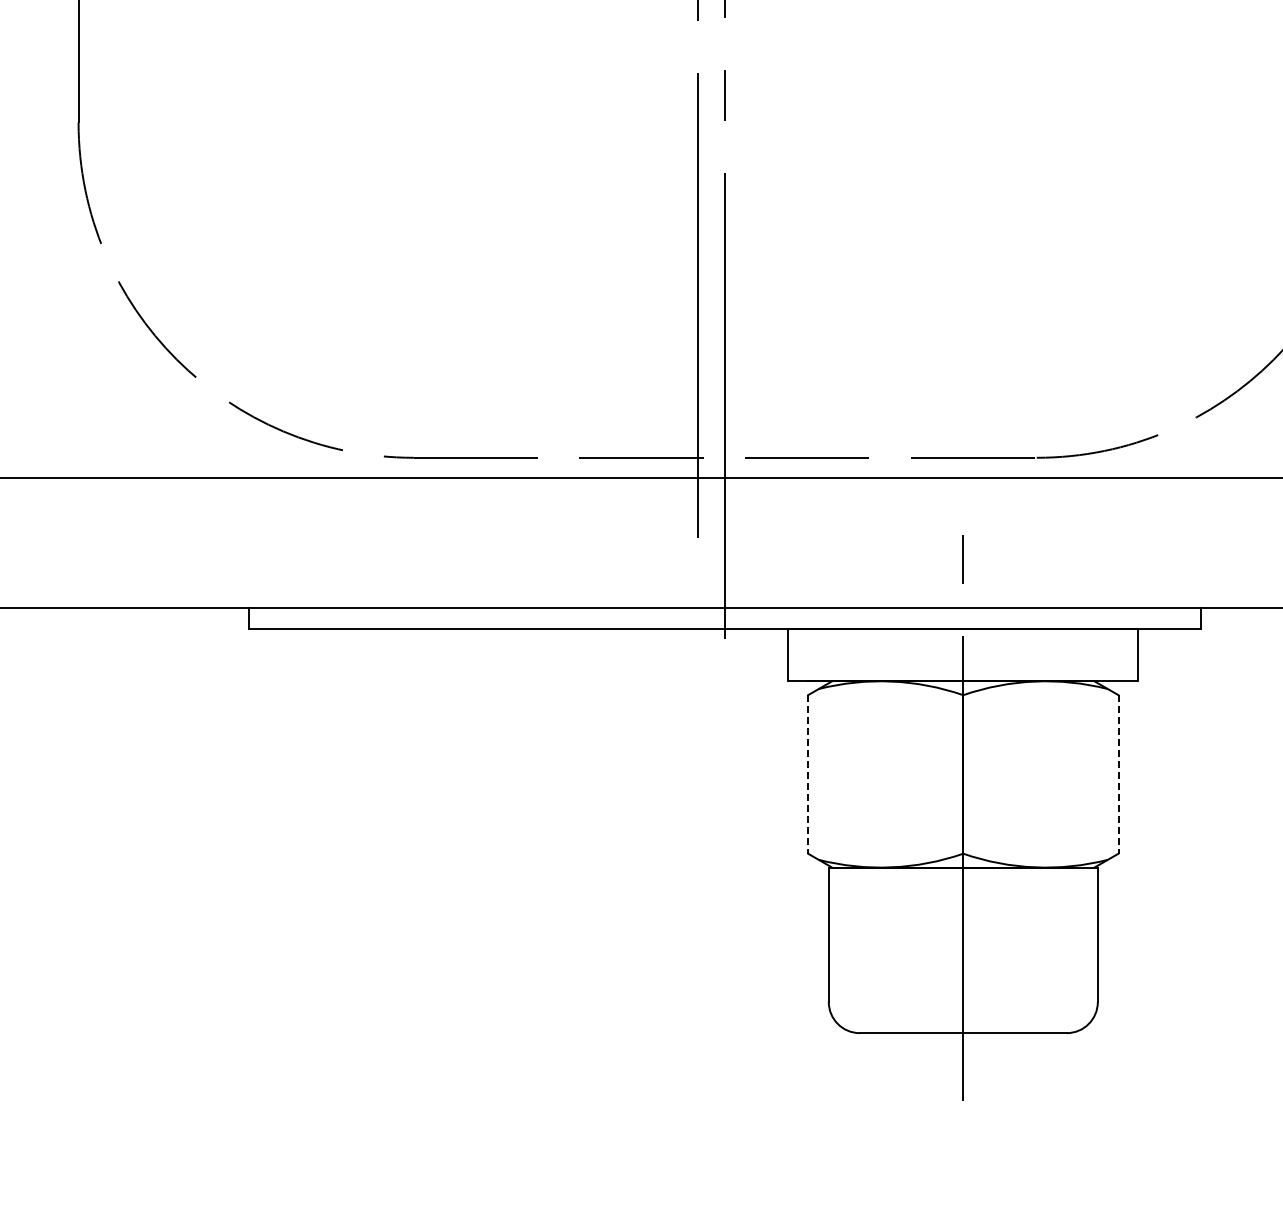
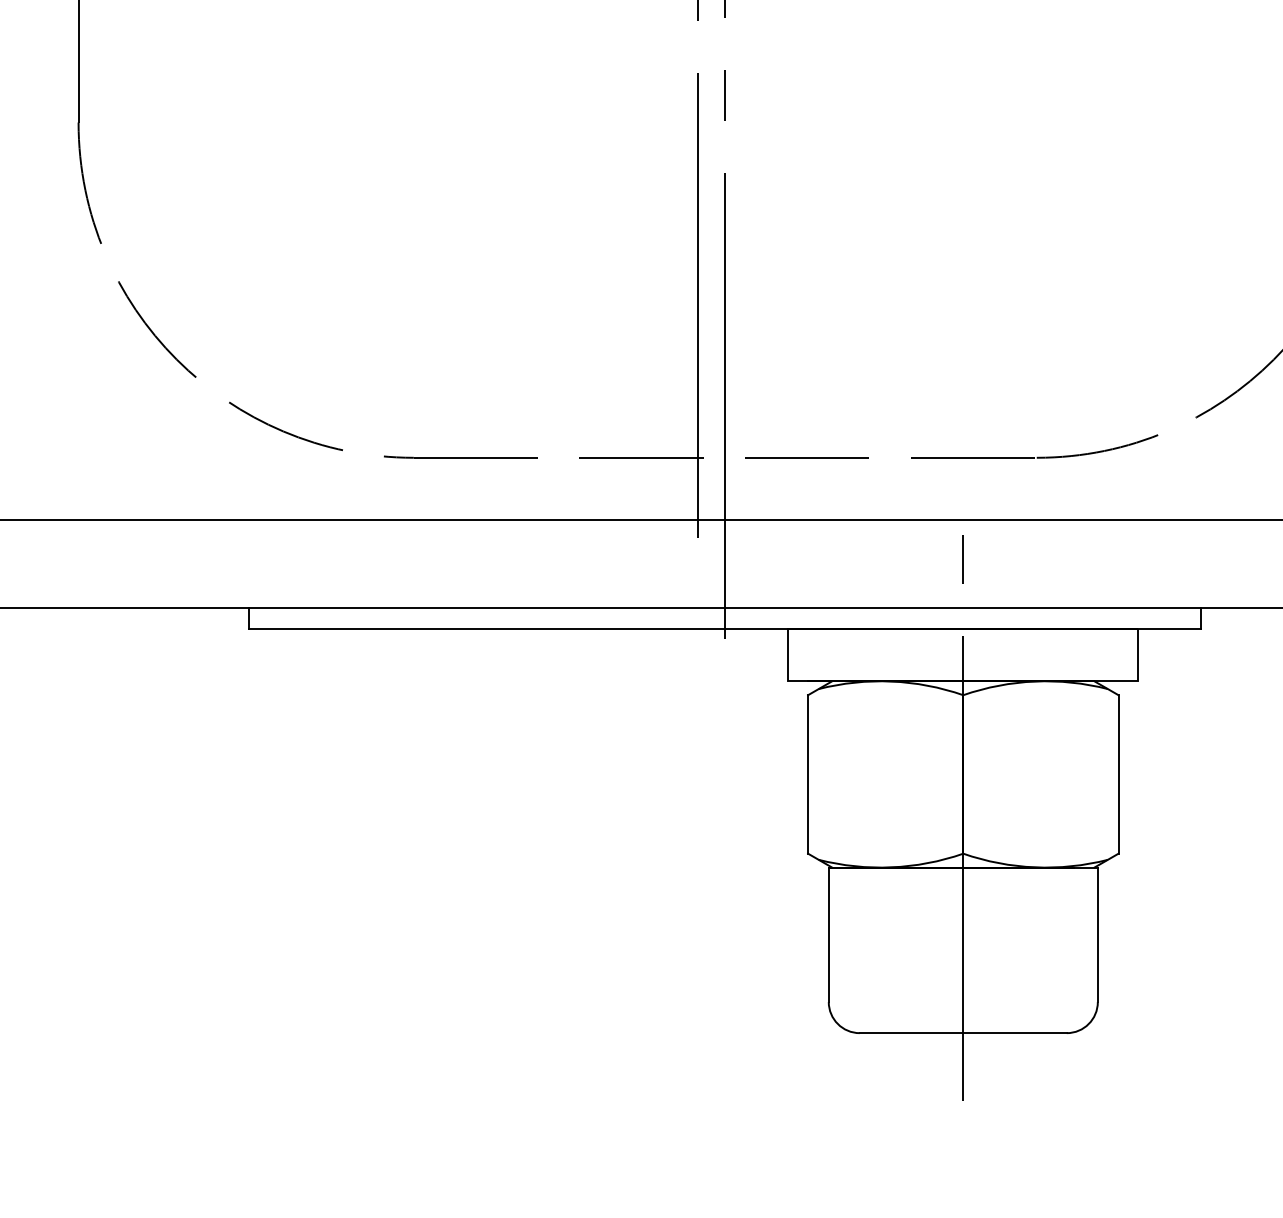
line at (640, 477) position: (640, 477) -> (640, 519)
line at (808, 774): dashed -> solid
line at (1118, 774): dashed -> solid
